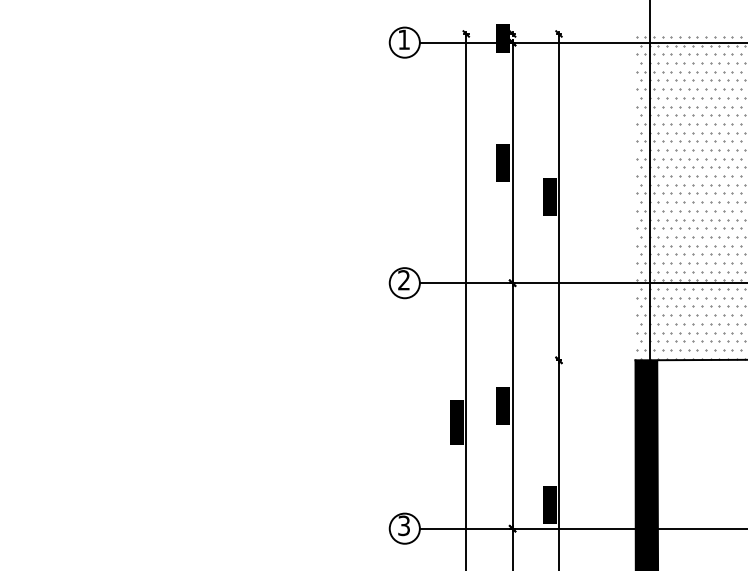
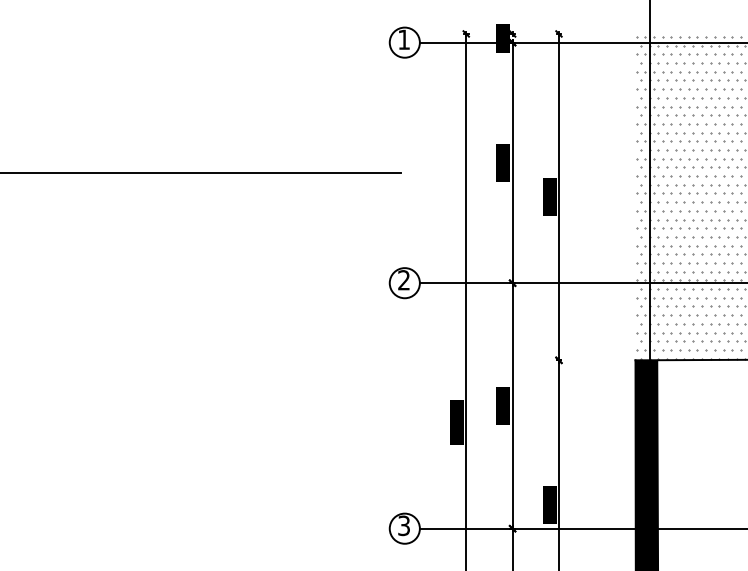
line at (201, 173): none -> present
